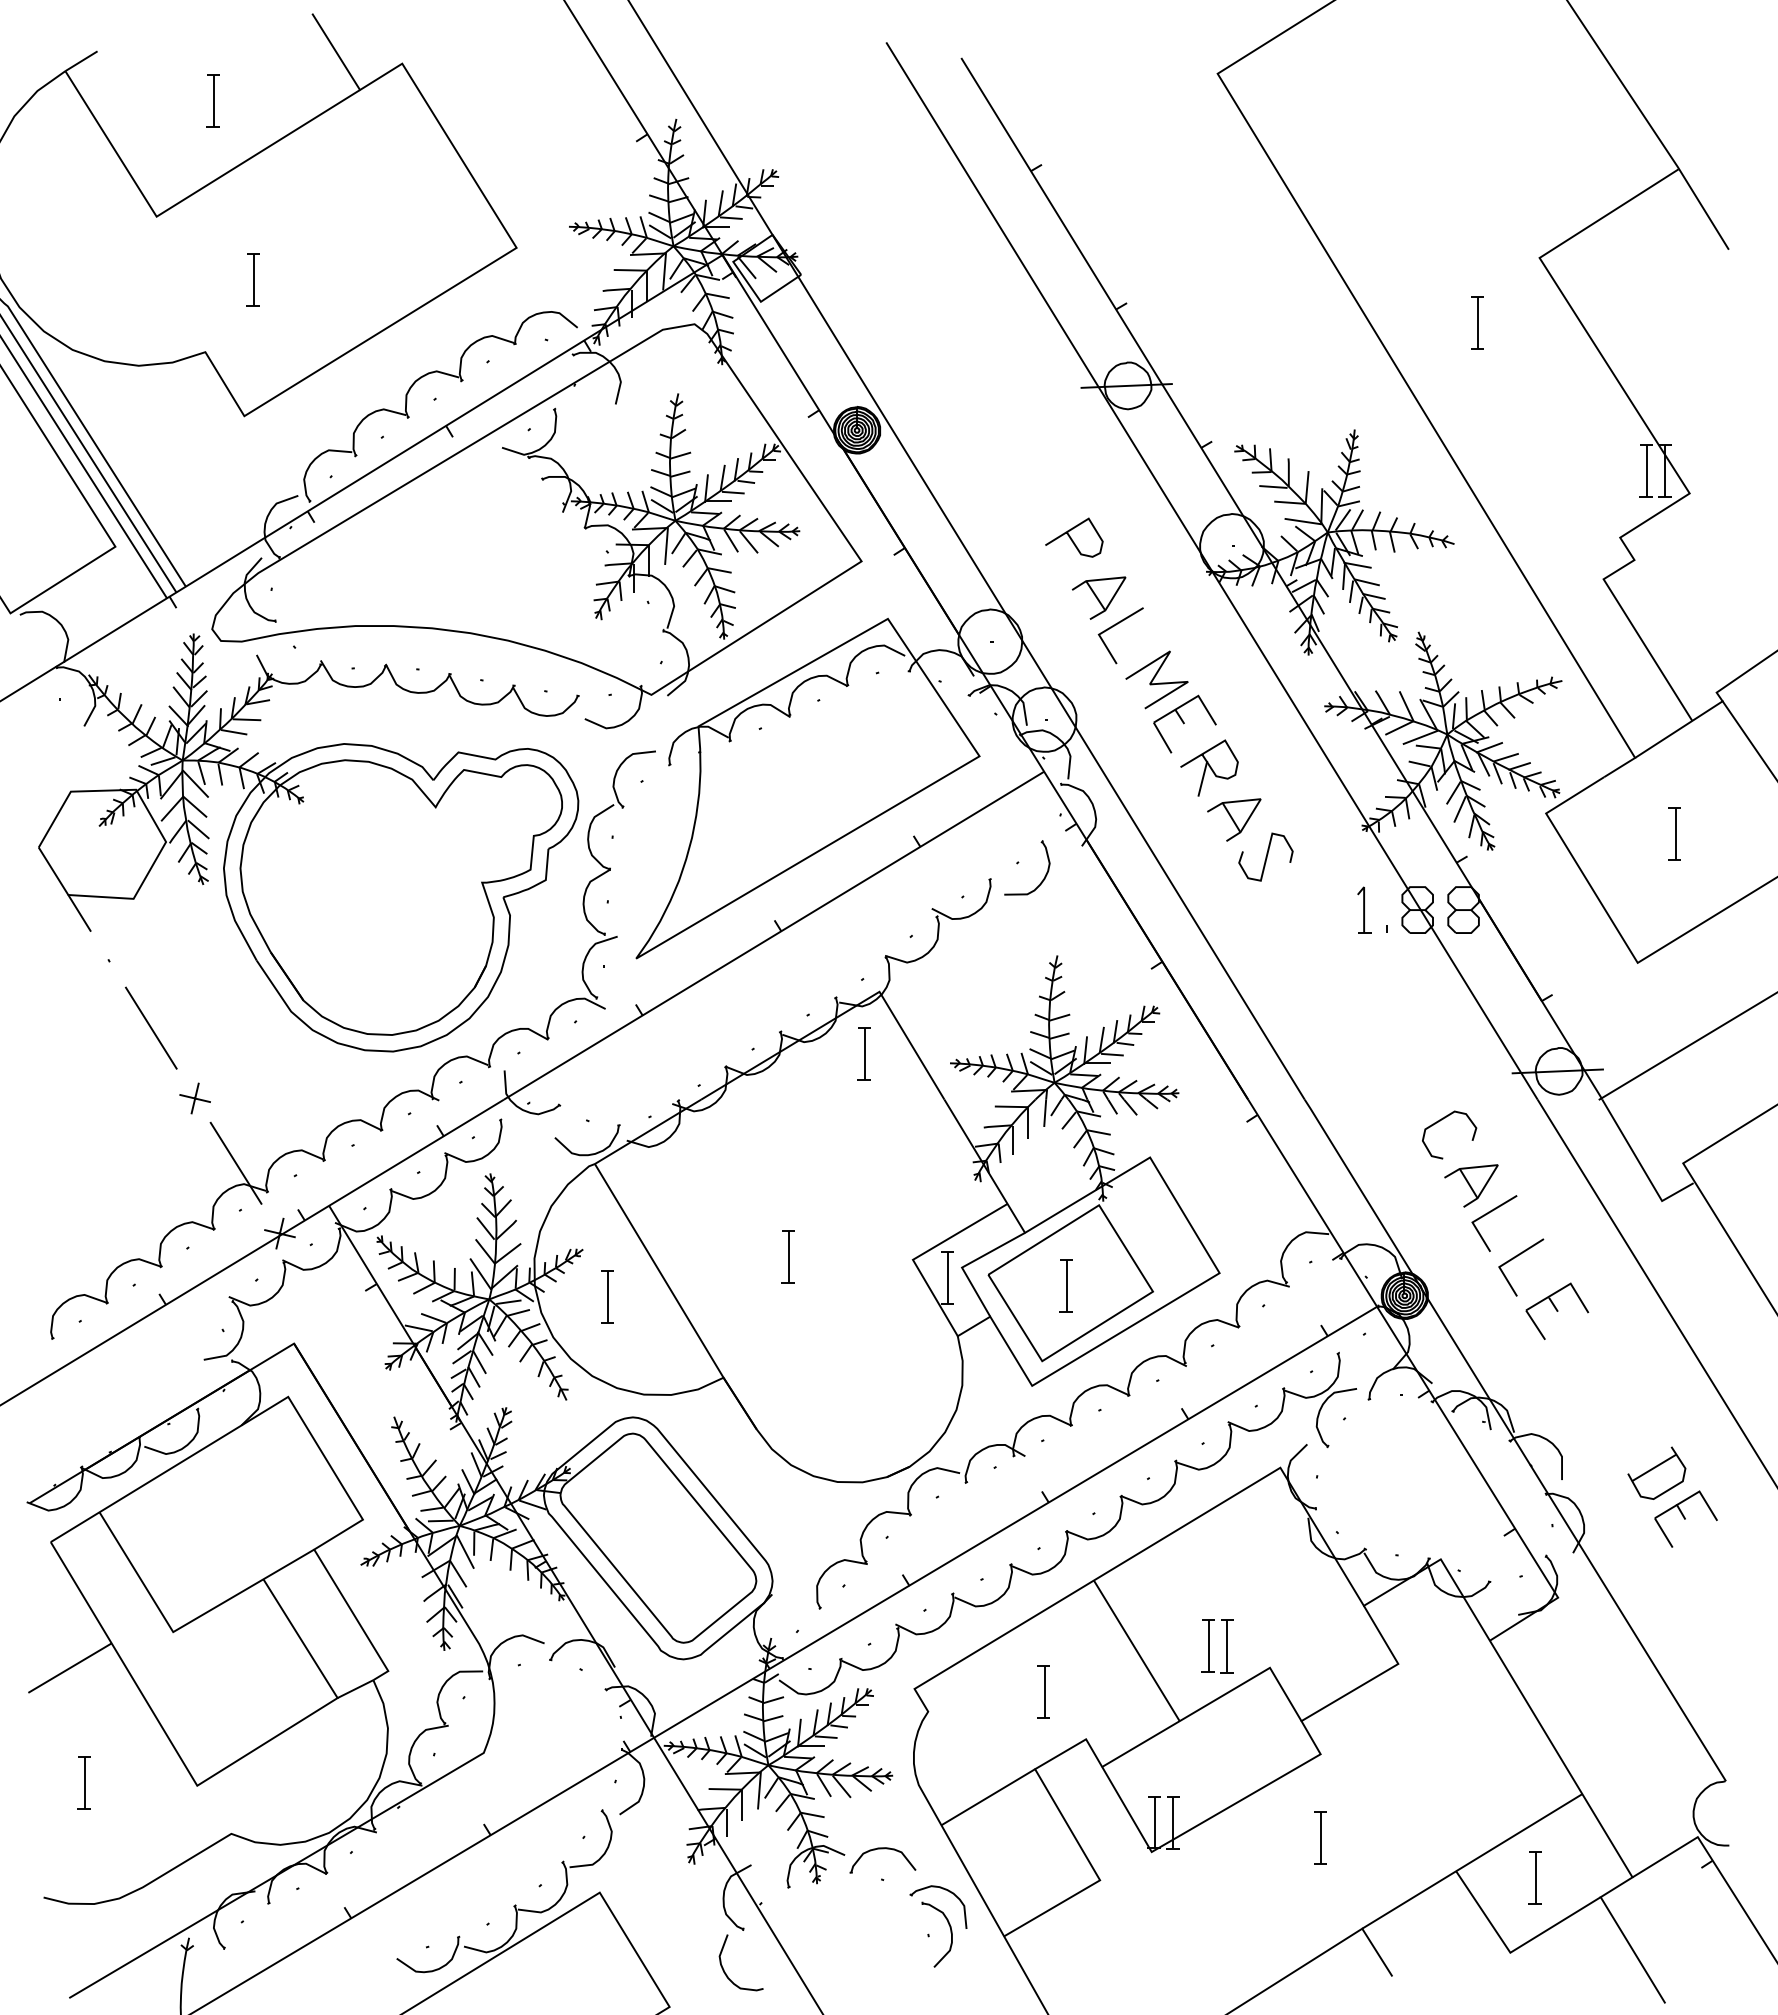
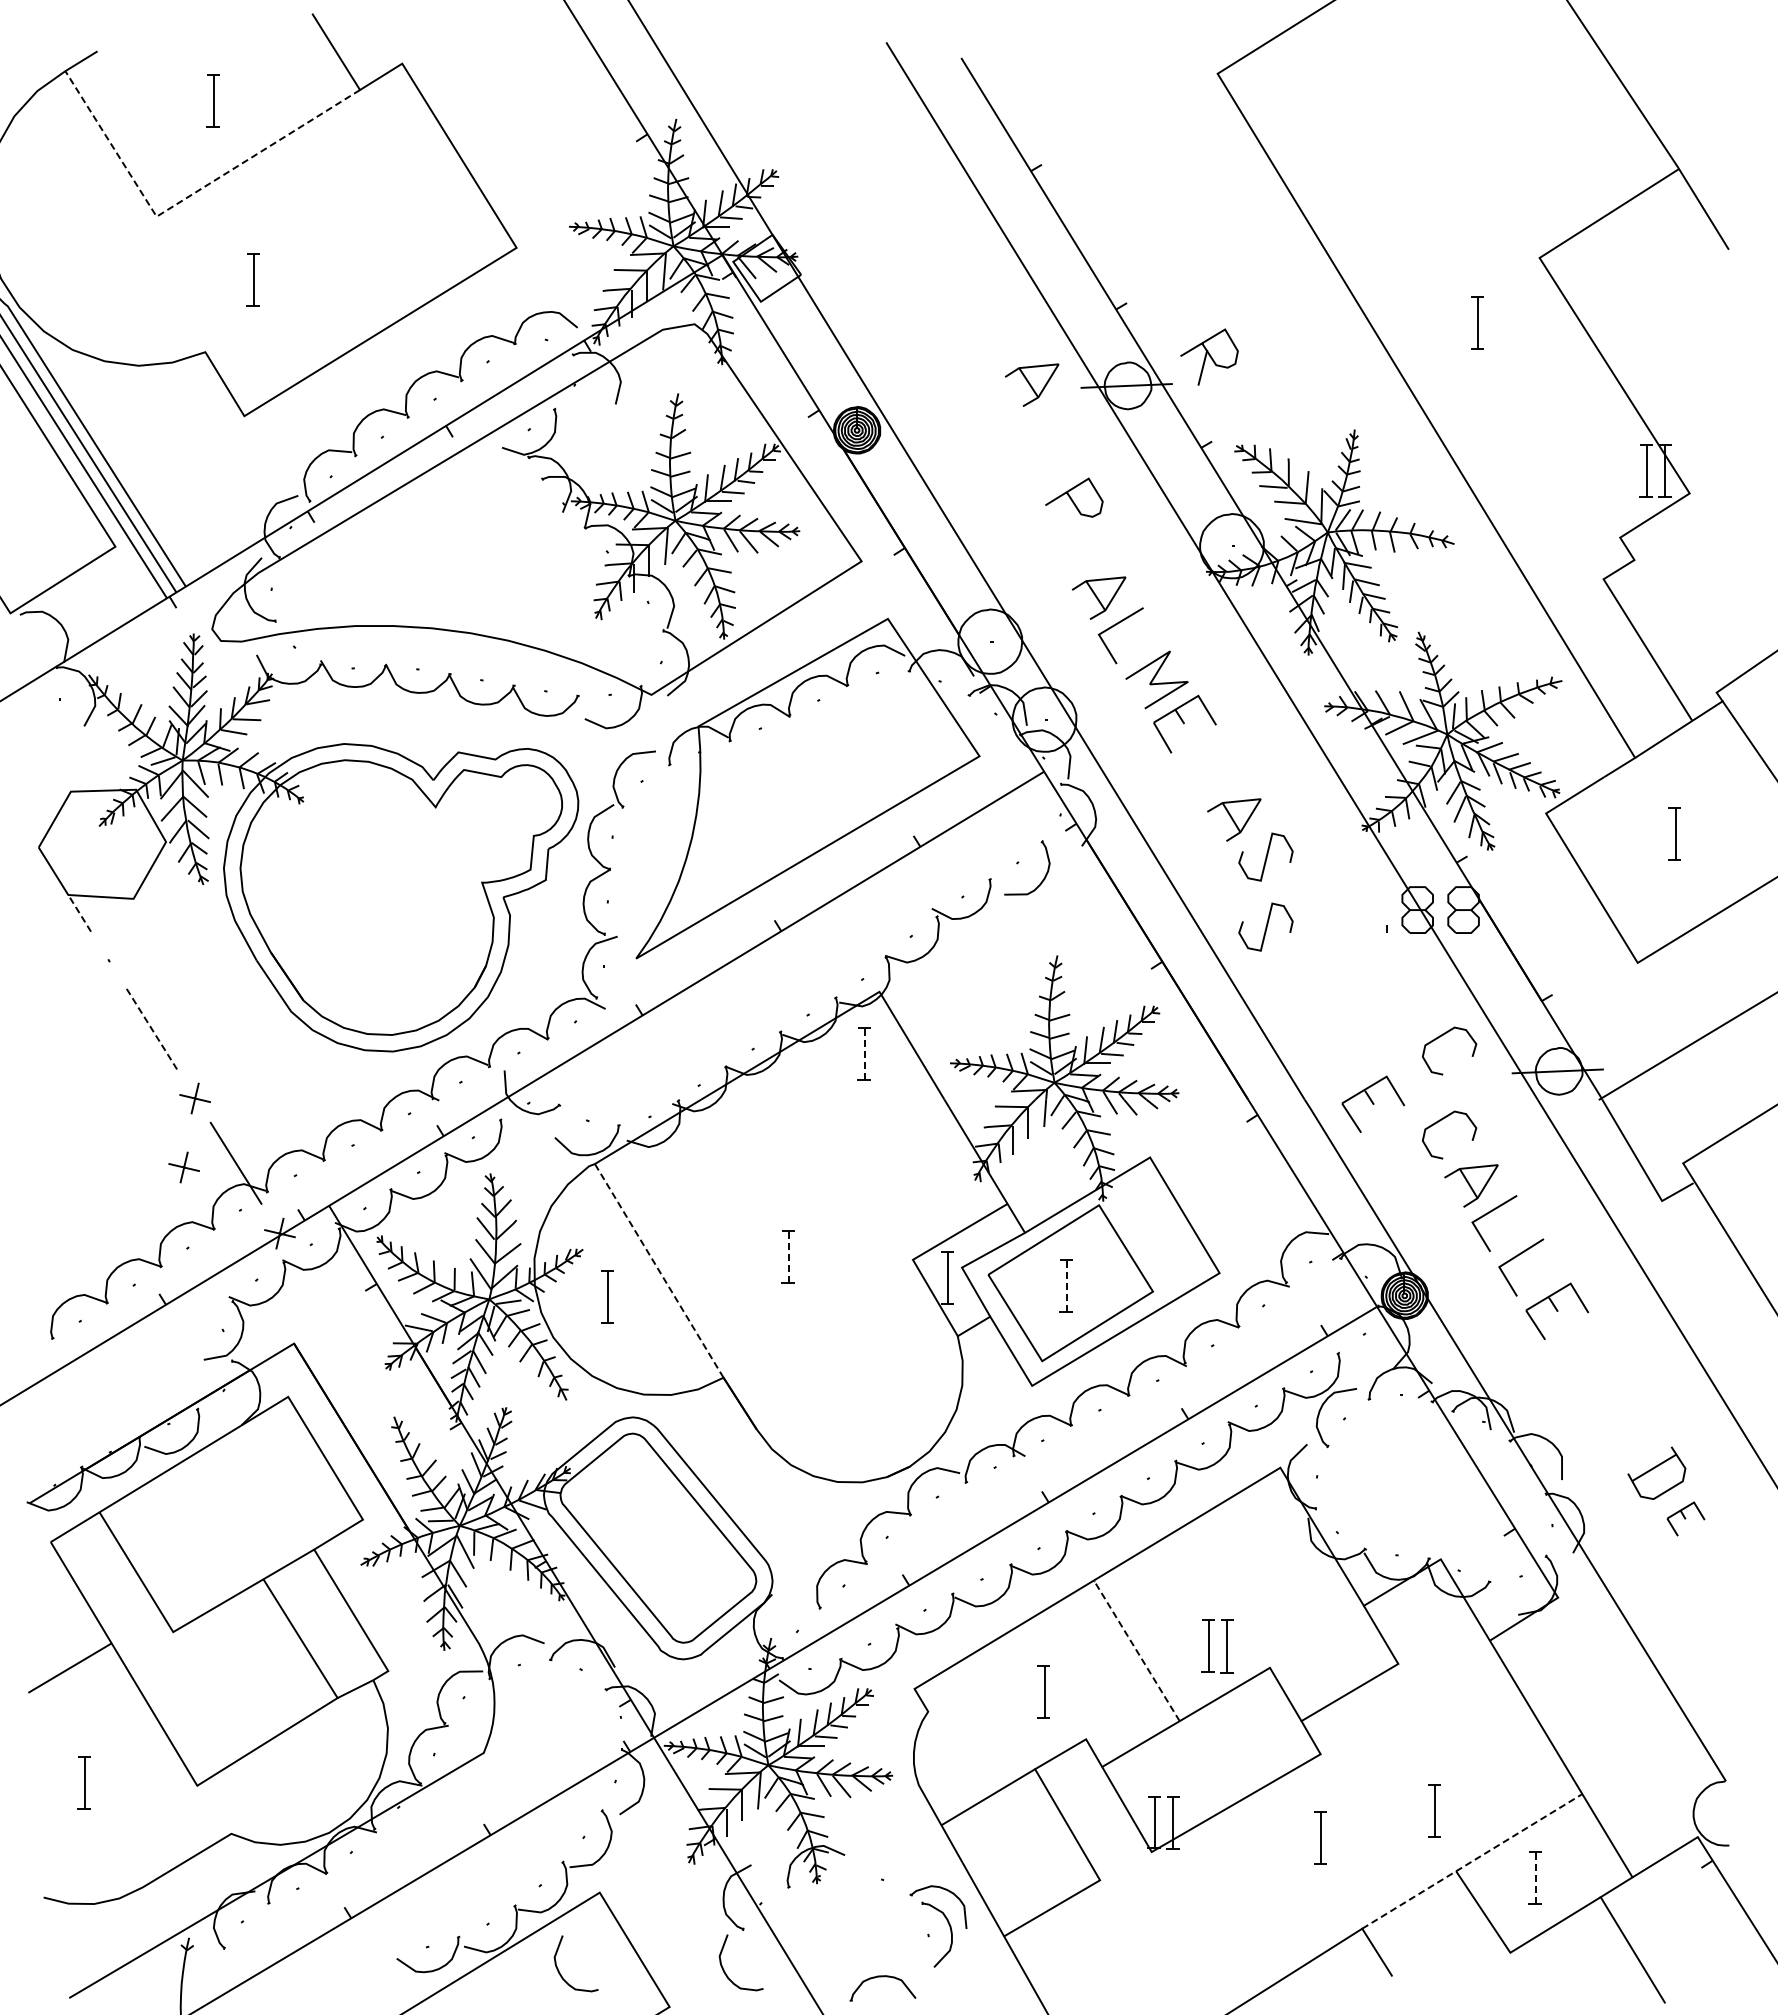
line at (184, 199): solid -> dashed
part at (1031, 384): none -> present
curve at (1072, 539) position: (1072, 539) -> (1072, 499)
part at (1209, 767) position: (1209, 767) -> (1209, 356)
part at (1364, 909): present -> none
line at (79, 913): solid -> dashed
curve at (1265, 926): none -> present
line at (151, 1028): solid -> dashed
curve at (1440, 1037): none -> present
line at (864, 1054): solid -> dashed
part at (1373, 1103): none -> present
part at (183, 1167): none -> present
line at (789, 1257): solid -> dashed
line at (659, 1270): solid -> dashed
line at (1066, 1285): solid -> dashed
part at (1685, 1518) size: 64x58 px -> 40x36 px
line at (1136, 1649): solid -> dashed
part at (1434, 1810): none -> present
part at (882, 1849) position: (882, 1849) -> (882, 1977)
line at (1471, 1861): solid -> dashed
line at (1535, 1878): solid -> dashed
curve at (559, 1970): none -> present
